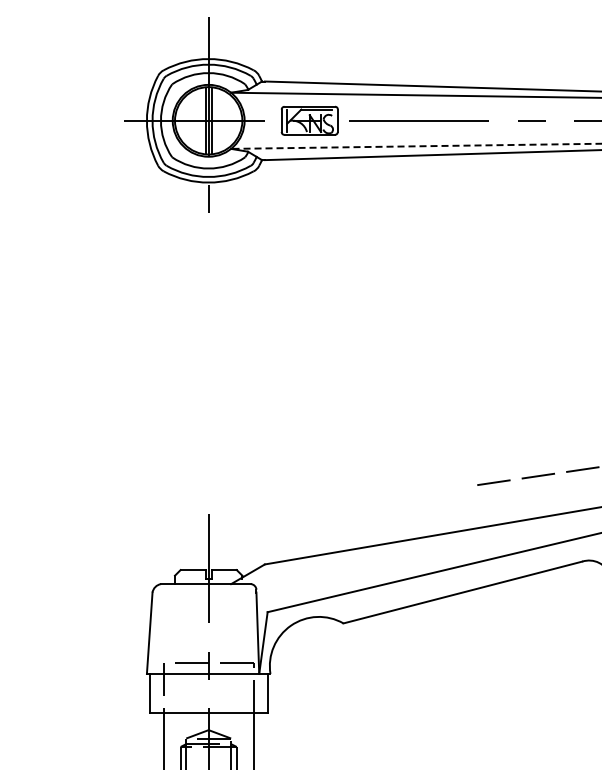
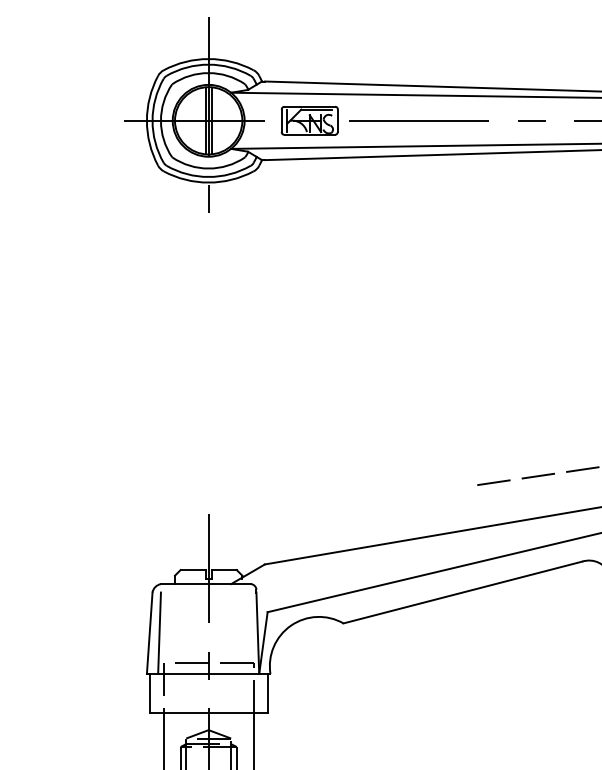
line at (415, 146): dashed -> solid
line at (159, 632): none -> present
